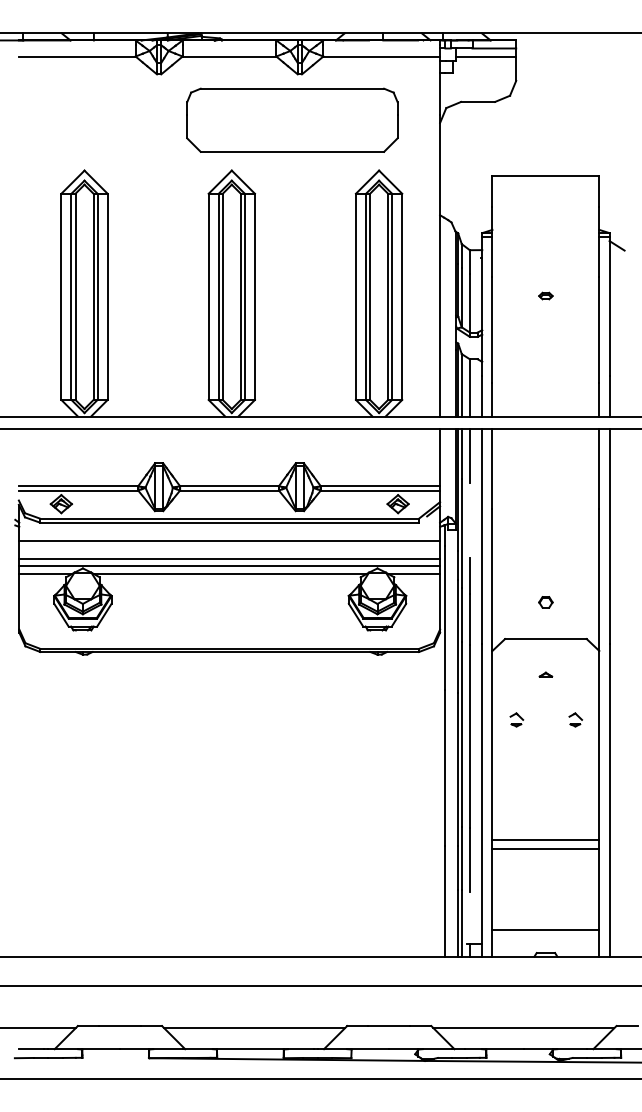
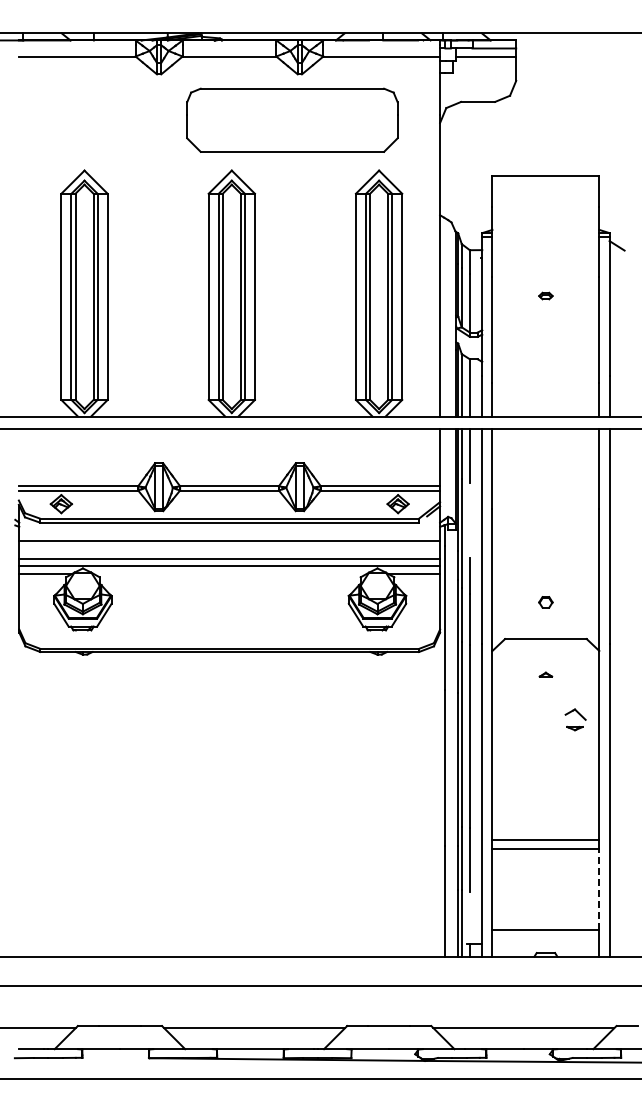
line at (230, 574): present -> none
part at (516, 719): present -> none
part at (575, 719) size: 16x16 px -> 23x24 px
line at (599, 889): solid -> dashed
